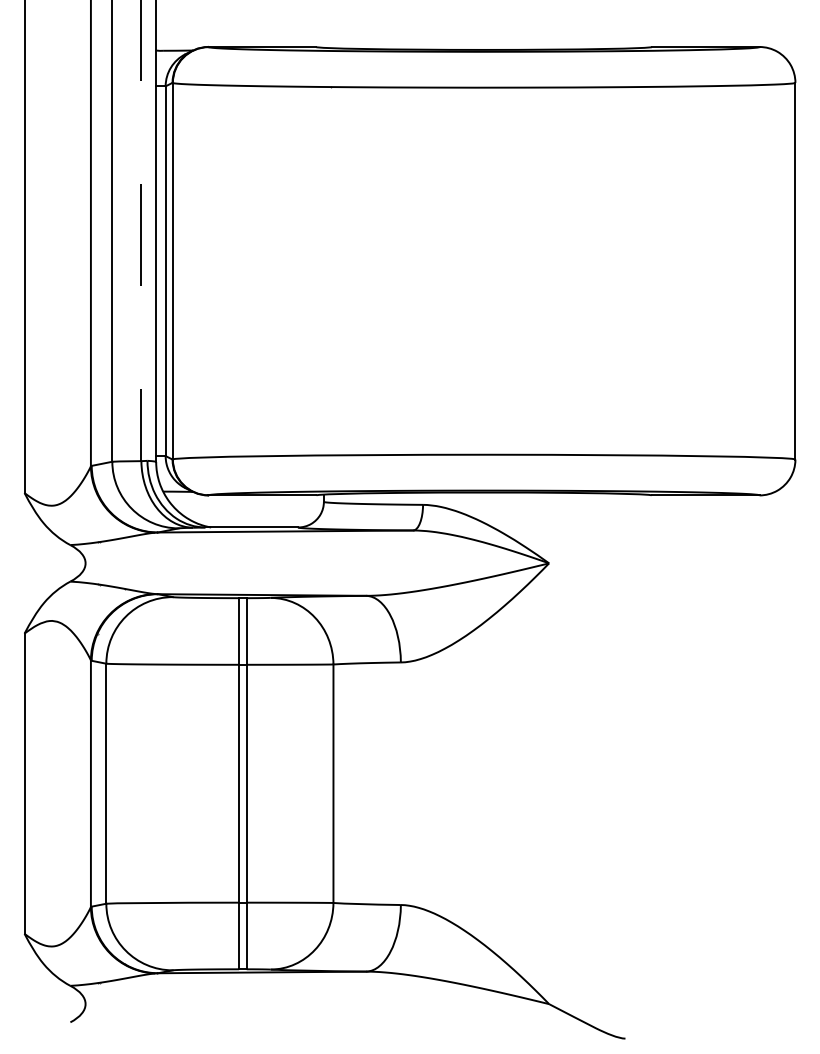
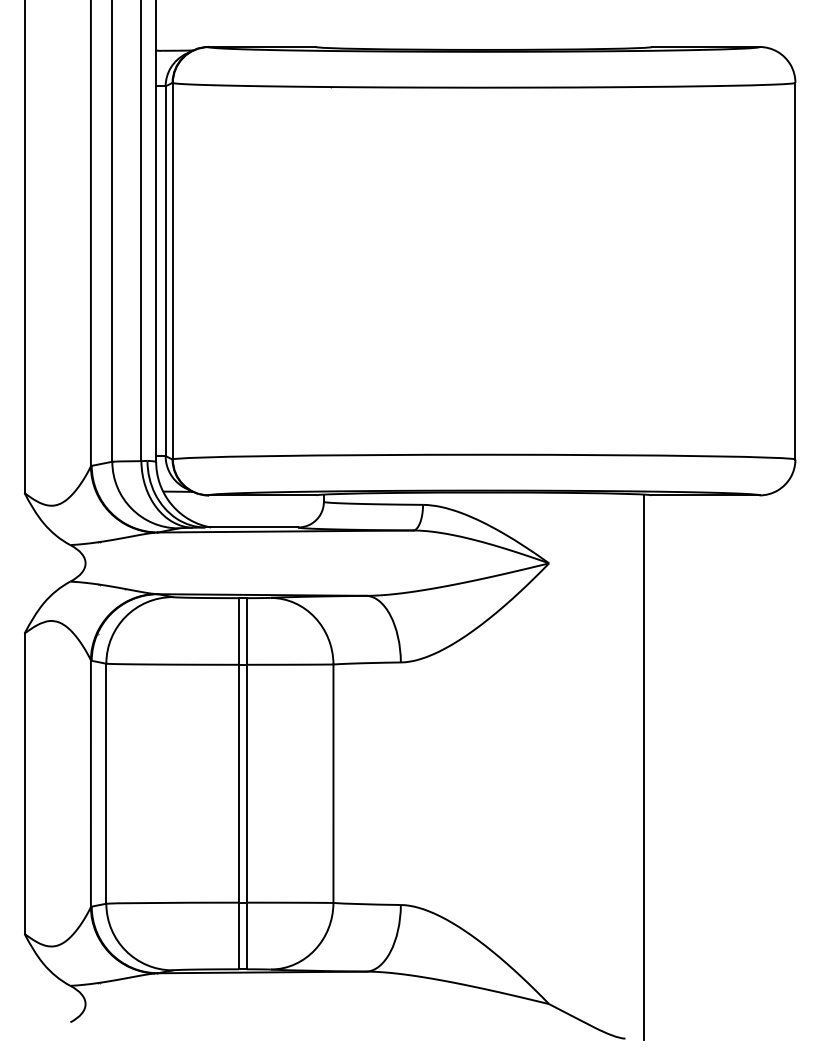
line at (141, 231): dashed -> solid
line at (644, 766): none -> present
